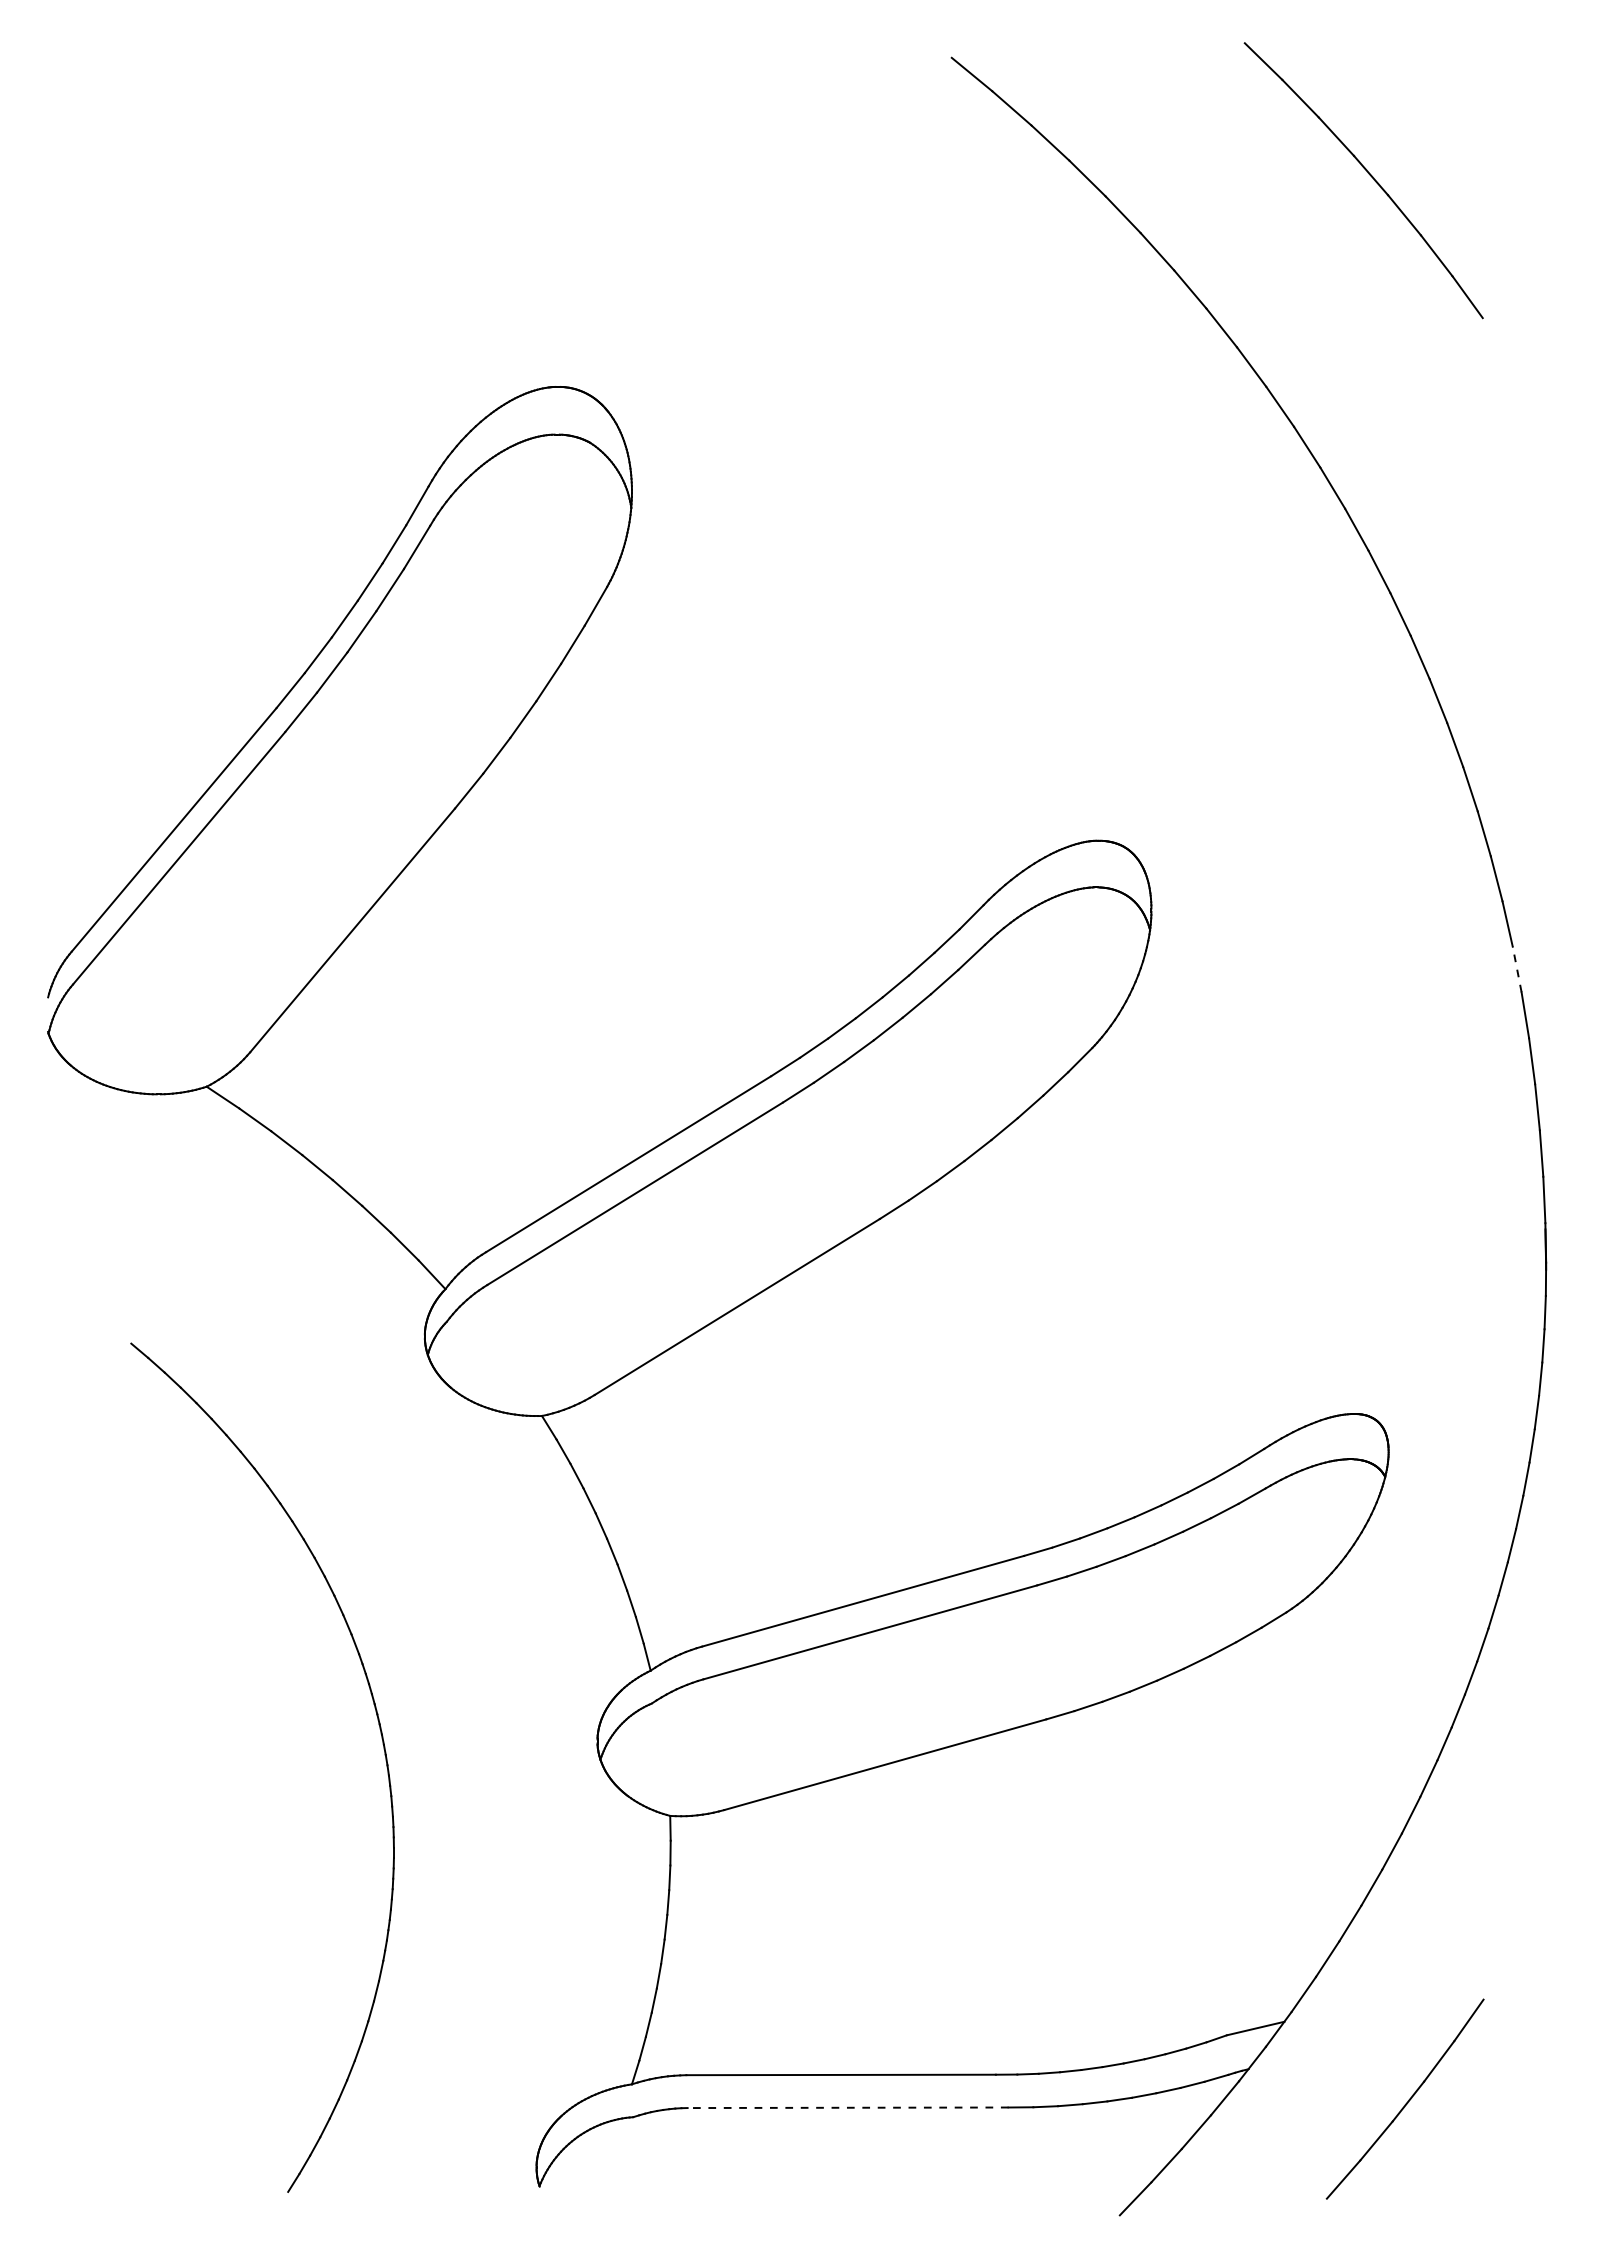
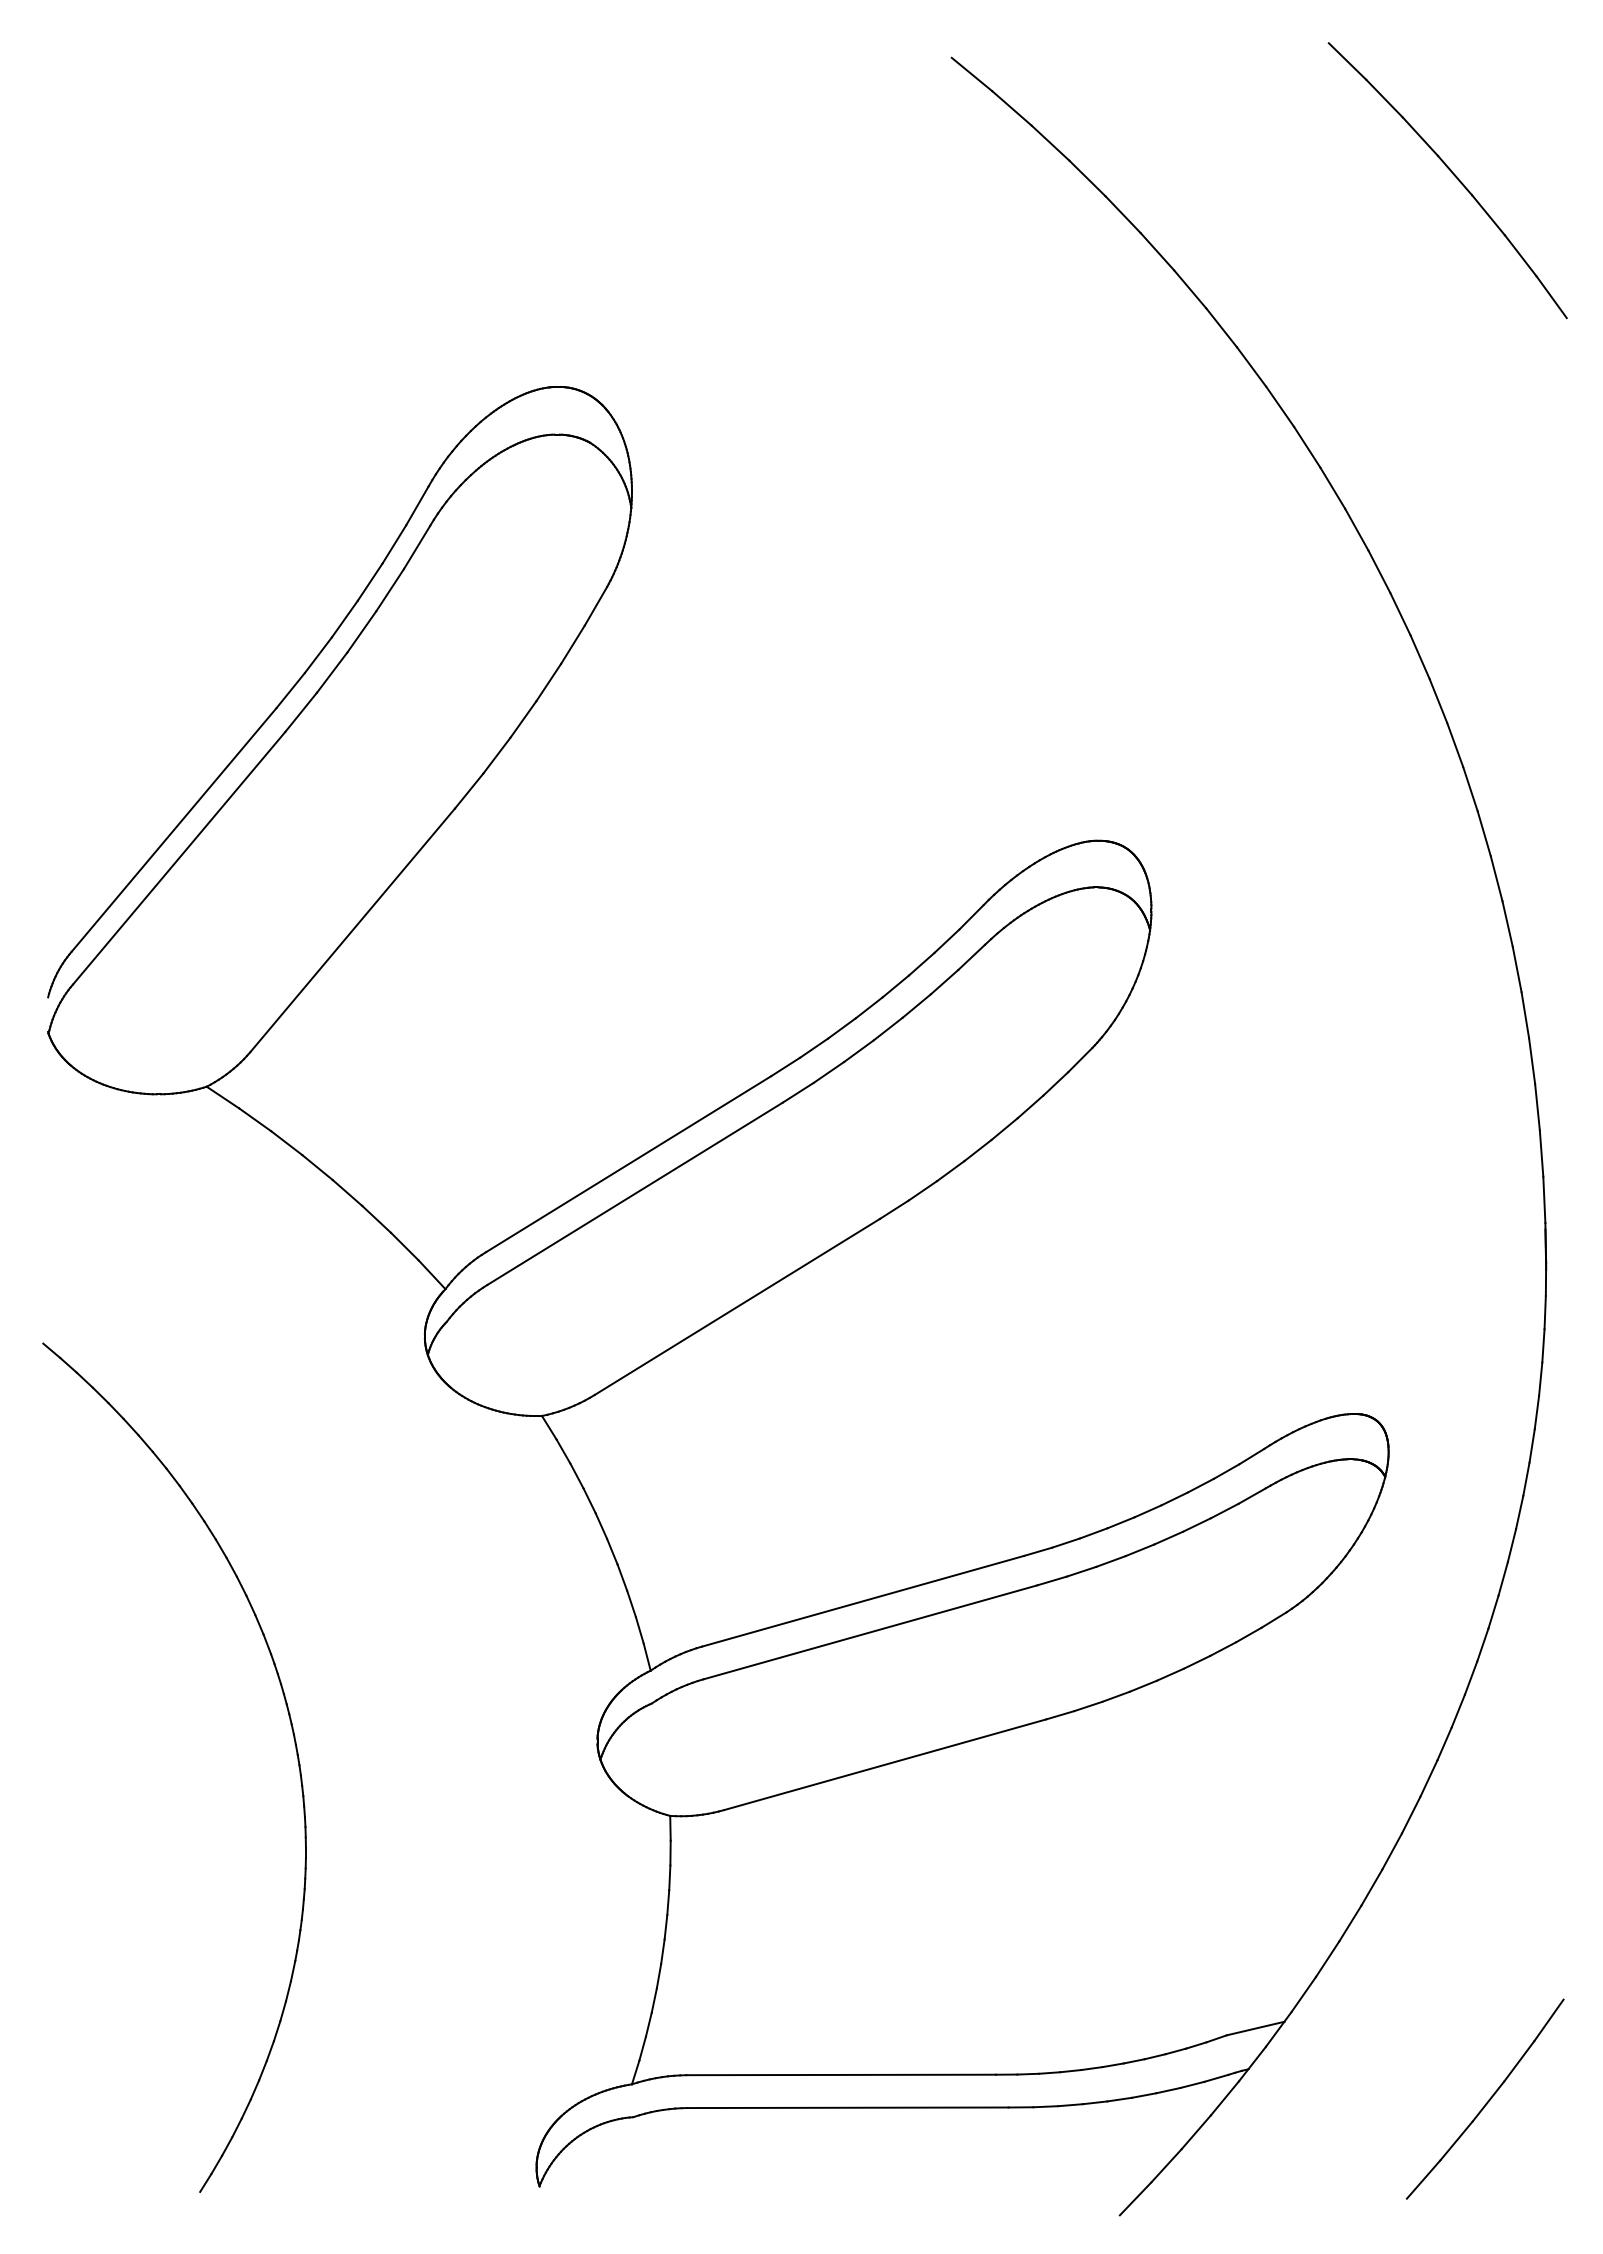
part at (1368, 174) position: (1368, 174) -> (1452, 174)
line at (1517, 969): dashed -> solid
part at (382, 1744) position: (382, 1744) -> (294, 1744)
part at (1404, 2098) position: (1404, 2098) -> (1484, 2098)
line at (847, 2107): dashed -> solid
